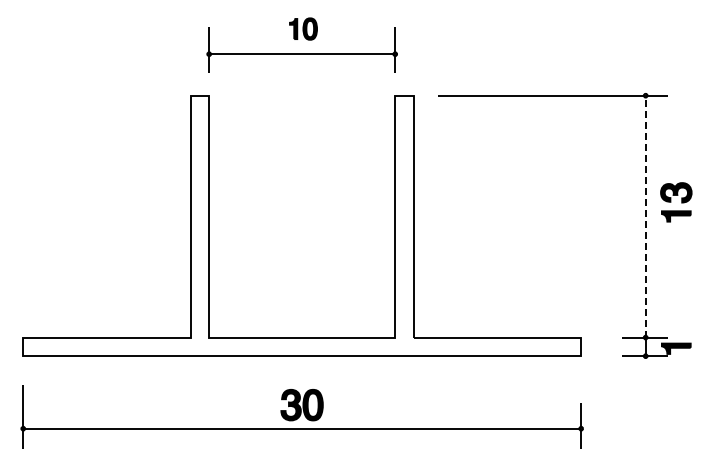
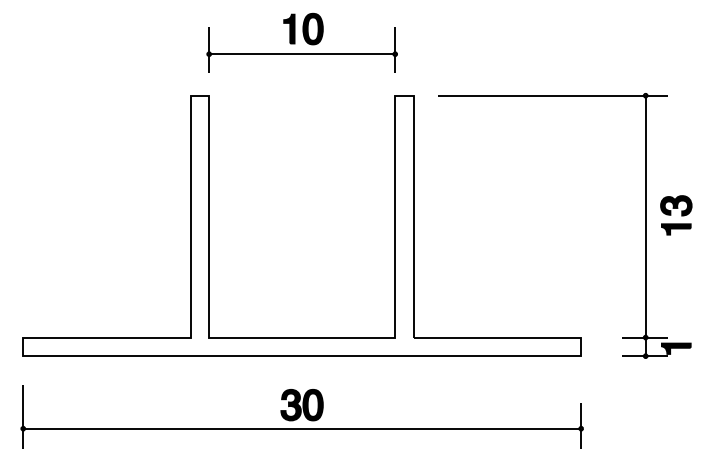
part at (303, 28) size: 29x24 px -> 41x34 px
part at (676, 202) position: (676, 202) -> (676, 215)
line at (645, 216): dashed -> solid
